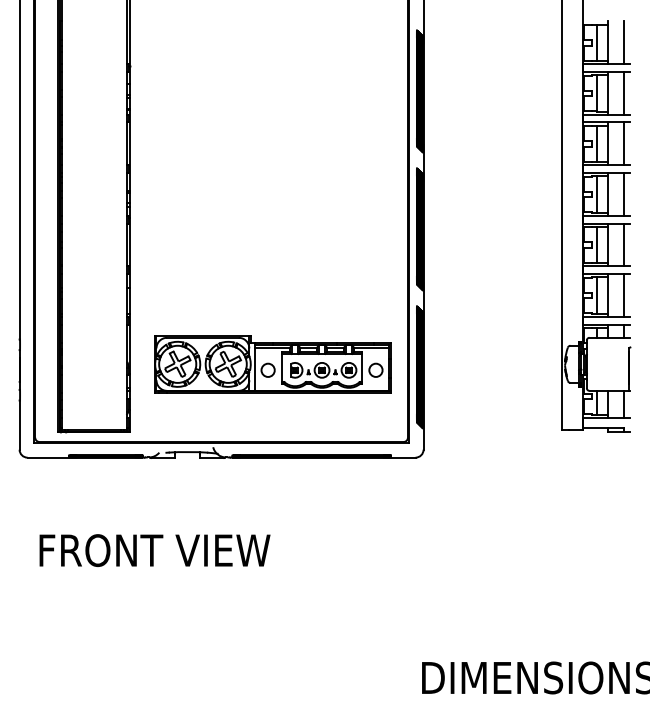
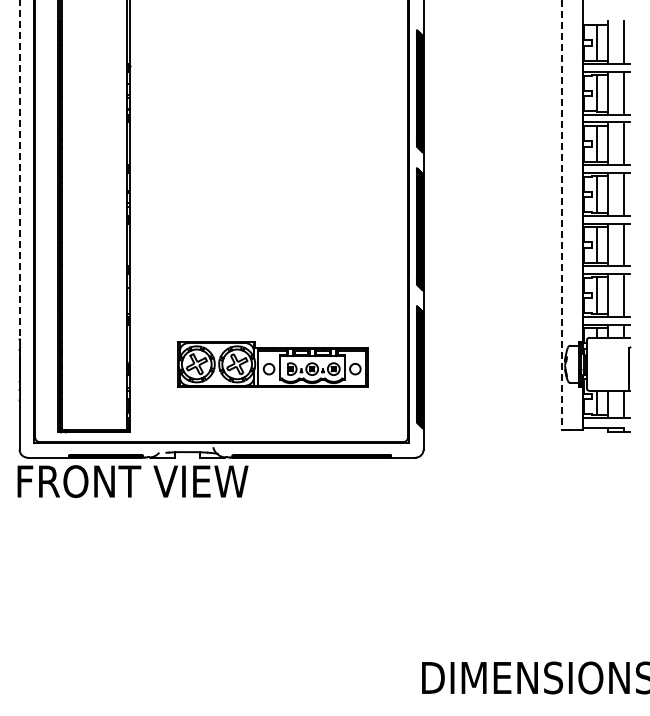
line at (19, 170): solid -> dashed
line at (561, 214): solid -> dashed
part at (272, 364) size: 238x59 px -> 192x47 px
text at (154, 550) position: (154, 550) -> (132, 481)
